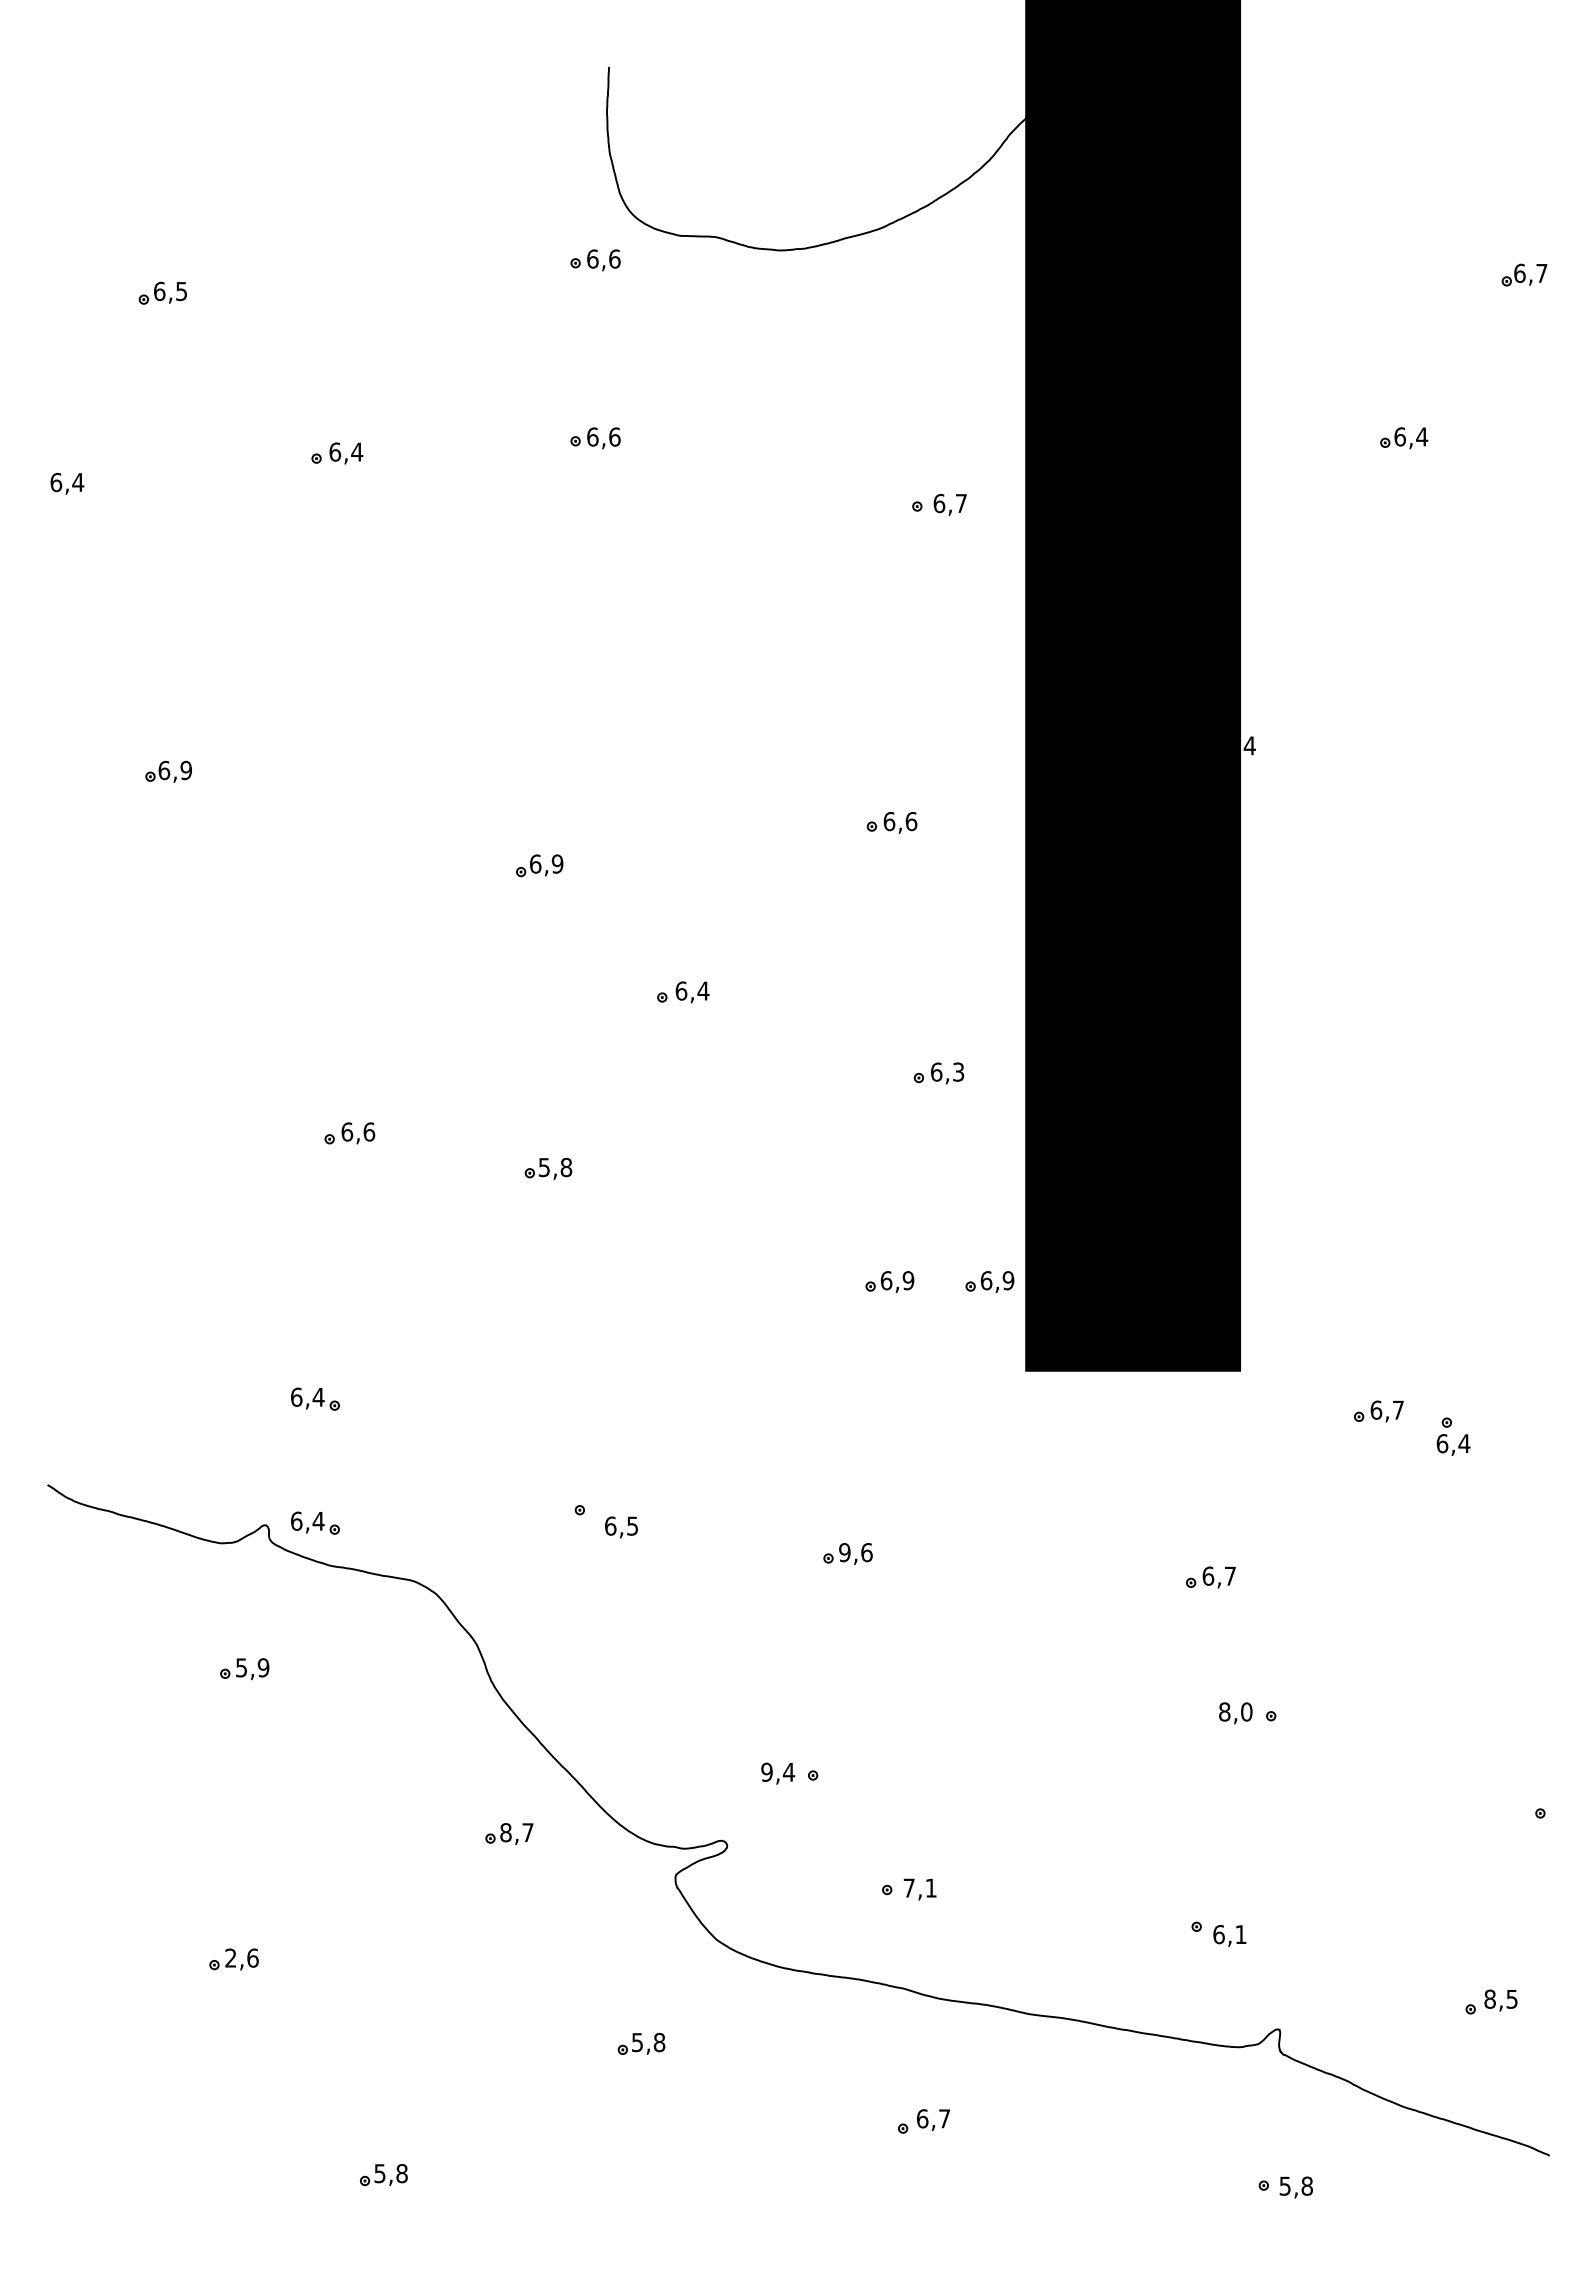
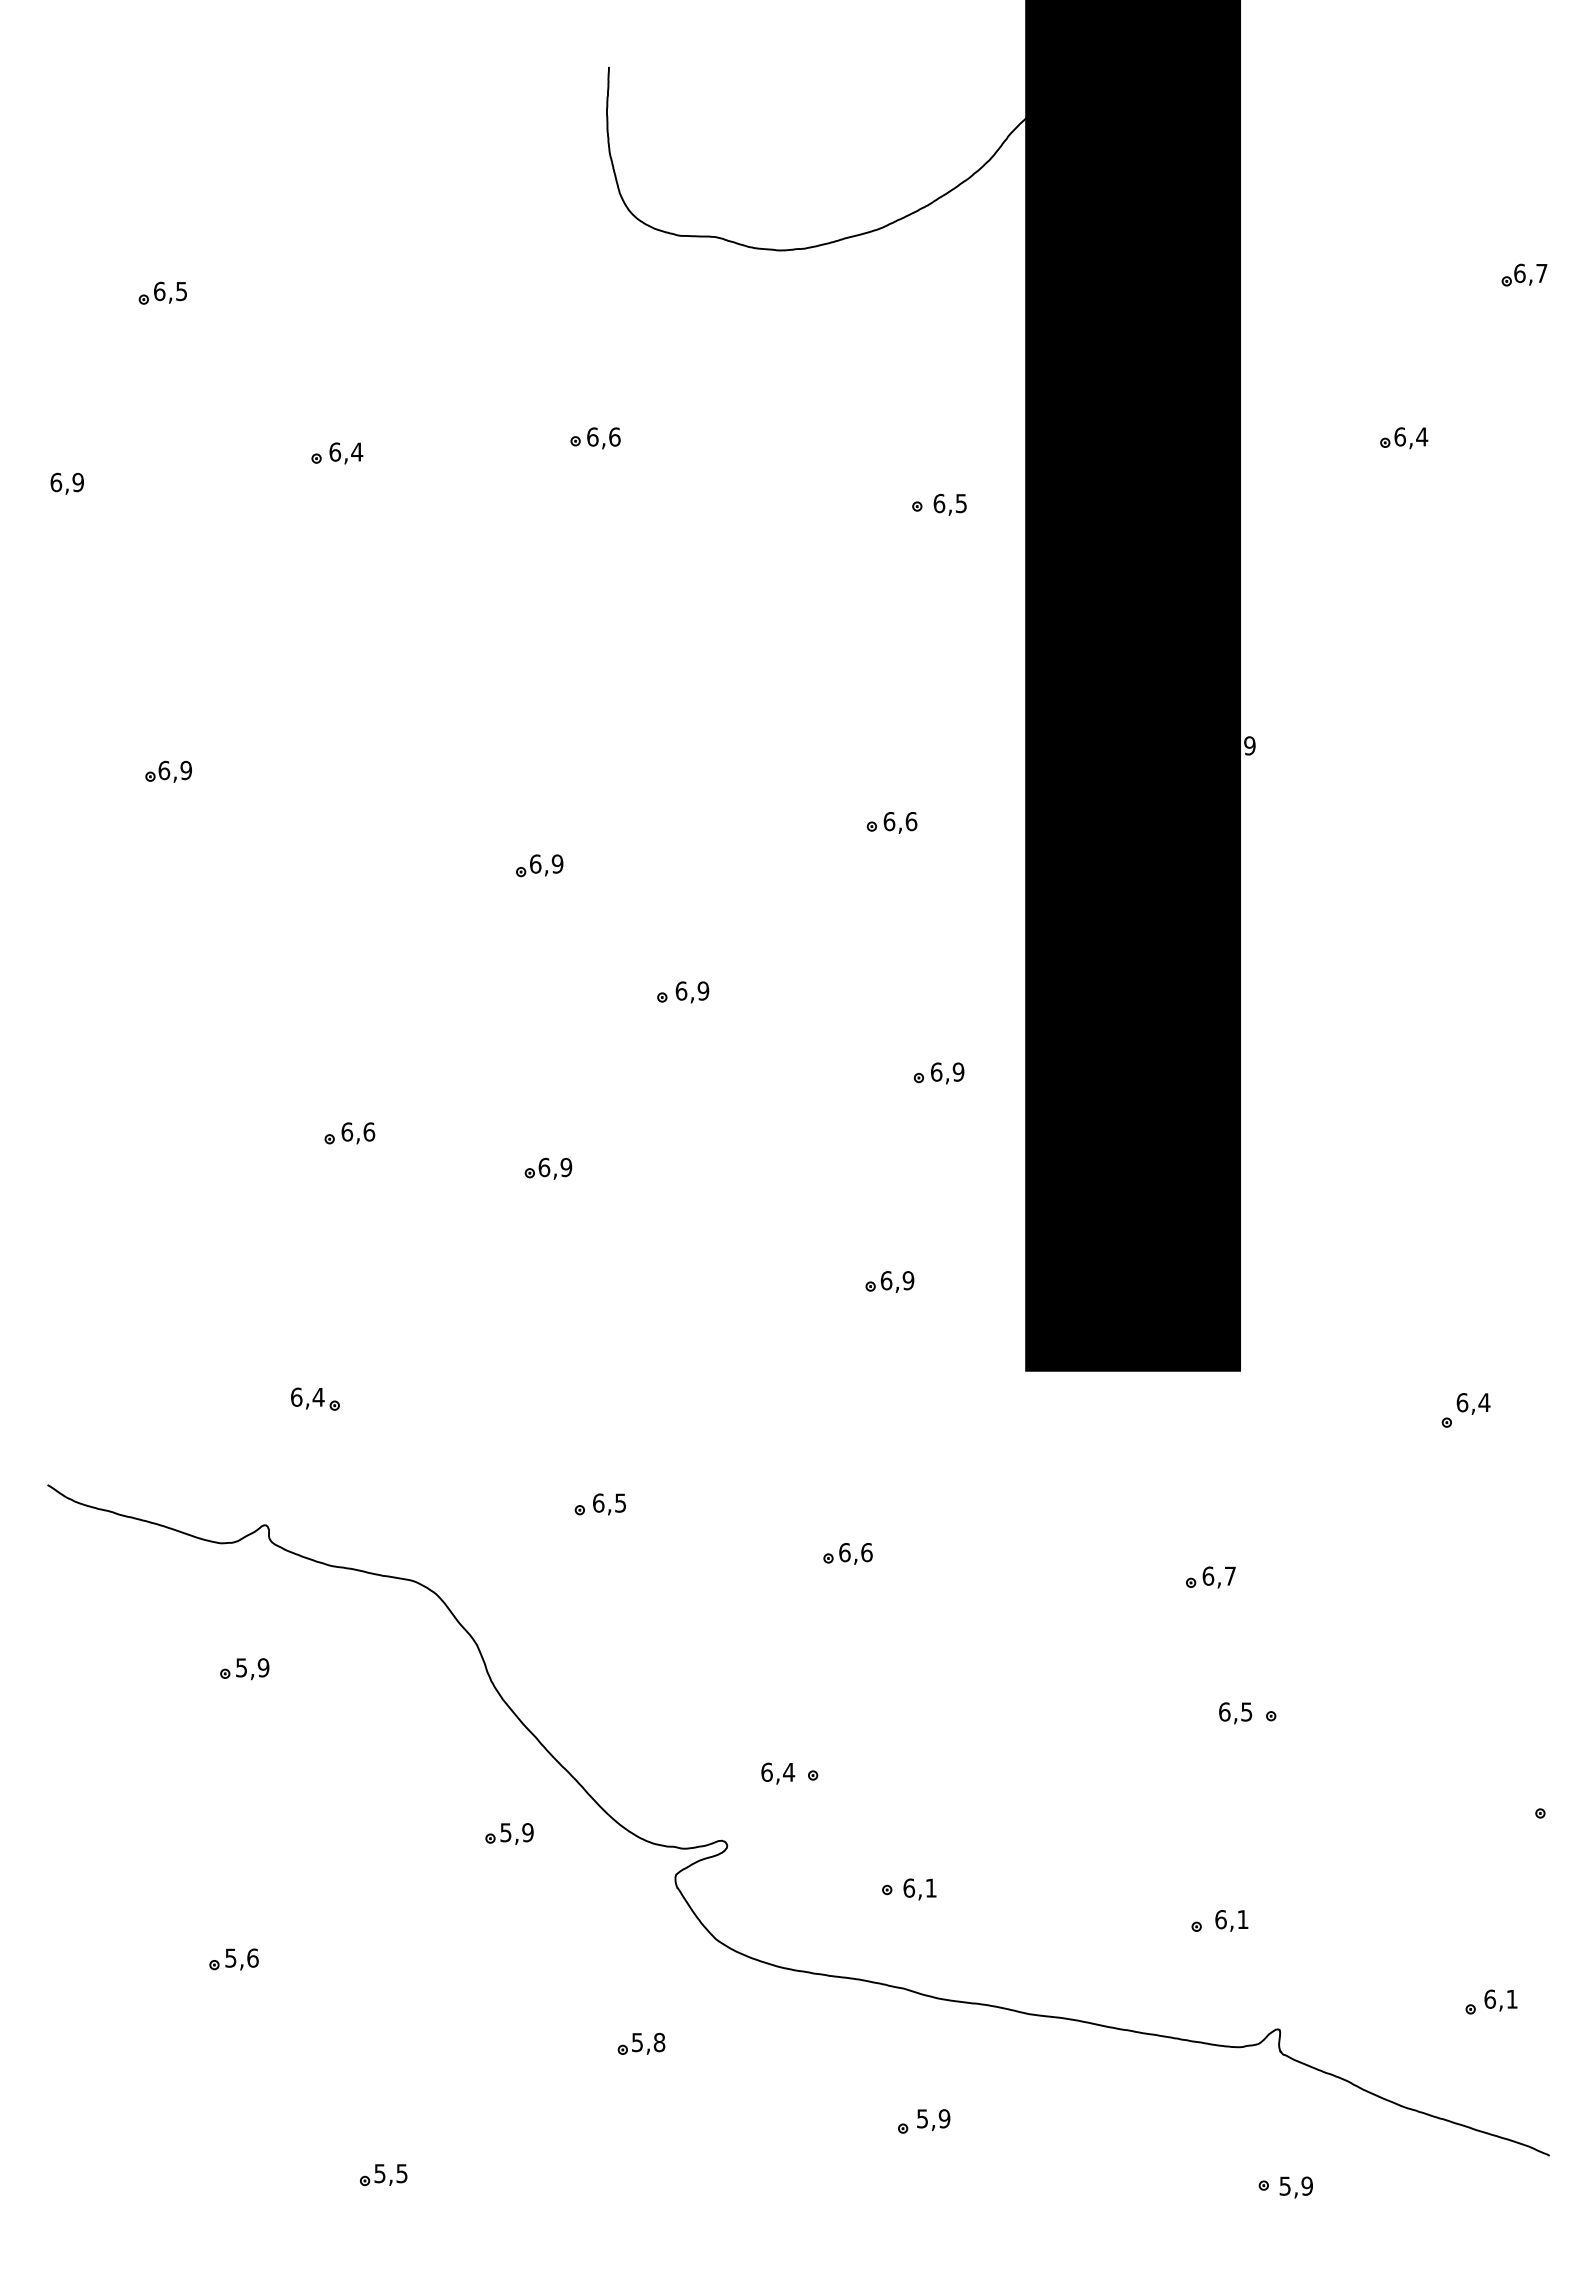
part at (595, 260): present -> none
text at (78, 482): 6,4 -> 6,9
text at (960, 503): 6,7 -> 6,5
text at (1249, 745): 5,4 -> 6,9
text at (703, 990): 6,4 -> 6,9
text at (958, 1071): 6,3 -> 6,9
text at (555, 1167): 5,8 -> 6,9
part at (989, 1281): present -> none
part at (1378, 1411): present -> none
text at (1453, 1444) position: (1453, 1444) -> (1473, 1403)
part at (315, 1522): present -> none
text at (621, 1527) position: (621, 1527) -> (609, 1504)
text at (844, 1552): 9,6 -> 6,6
text at (1235, 1711): 8,0 -> 6,5
text at (766, 1771): 9,4 -> 6,4
text at (516, 1832): 8,7 -> 5,9
text at (909, 1887): 7,1 -> 6,1
text at (1229, 1935) position: (1229, 1935) -> (1231, 1920)
text at (230, 1957): 2,6 -> 5,6
text at (1500, 1998): 8,5 -> 6,1
text at (933, 2118): 6,7 -> 5,9
text at (401, 2173): 5,8 -> 5,5
text at (1306, 2185): 5,8 -> 5,9
